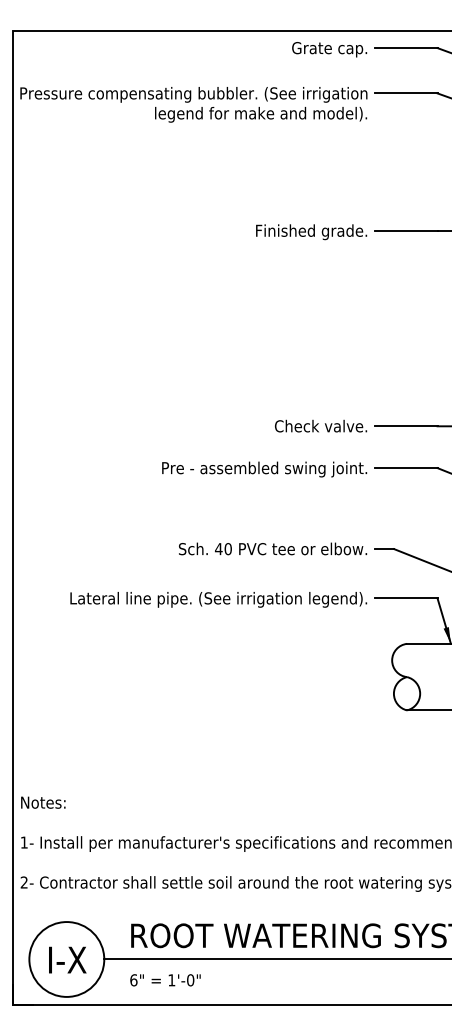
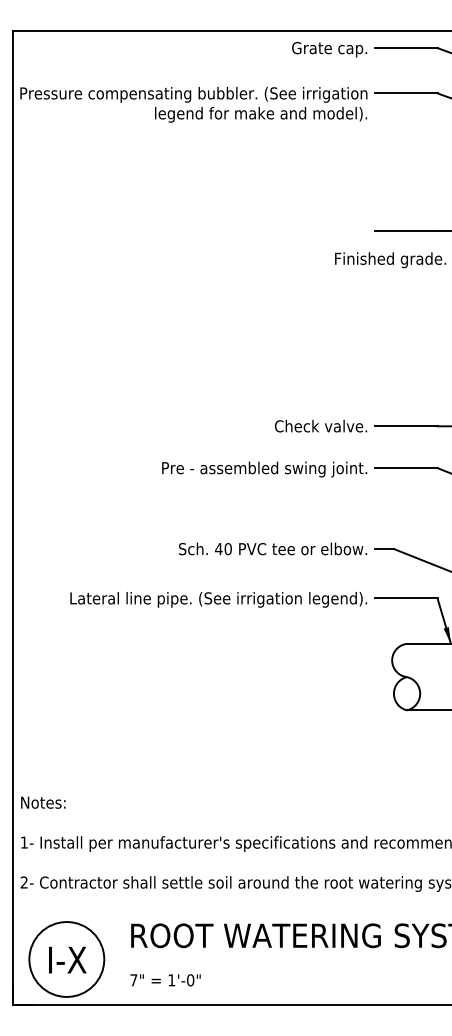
text at (311, 232) position: (311, 232) -> (390, 260)
line at (276, 959): present -> none
text at (133, 980): 6" -> 7"
